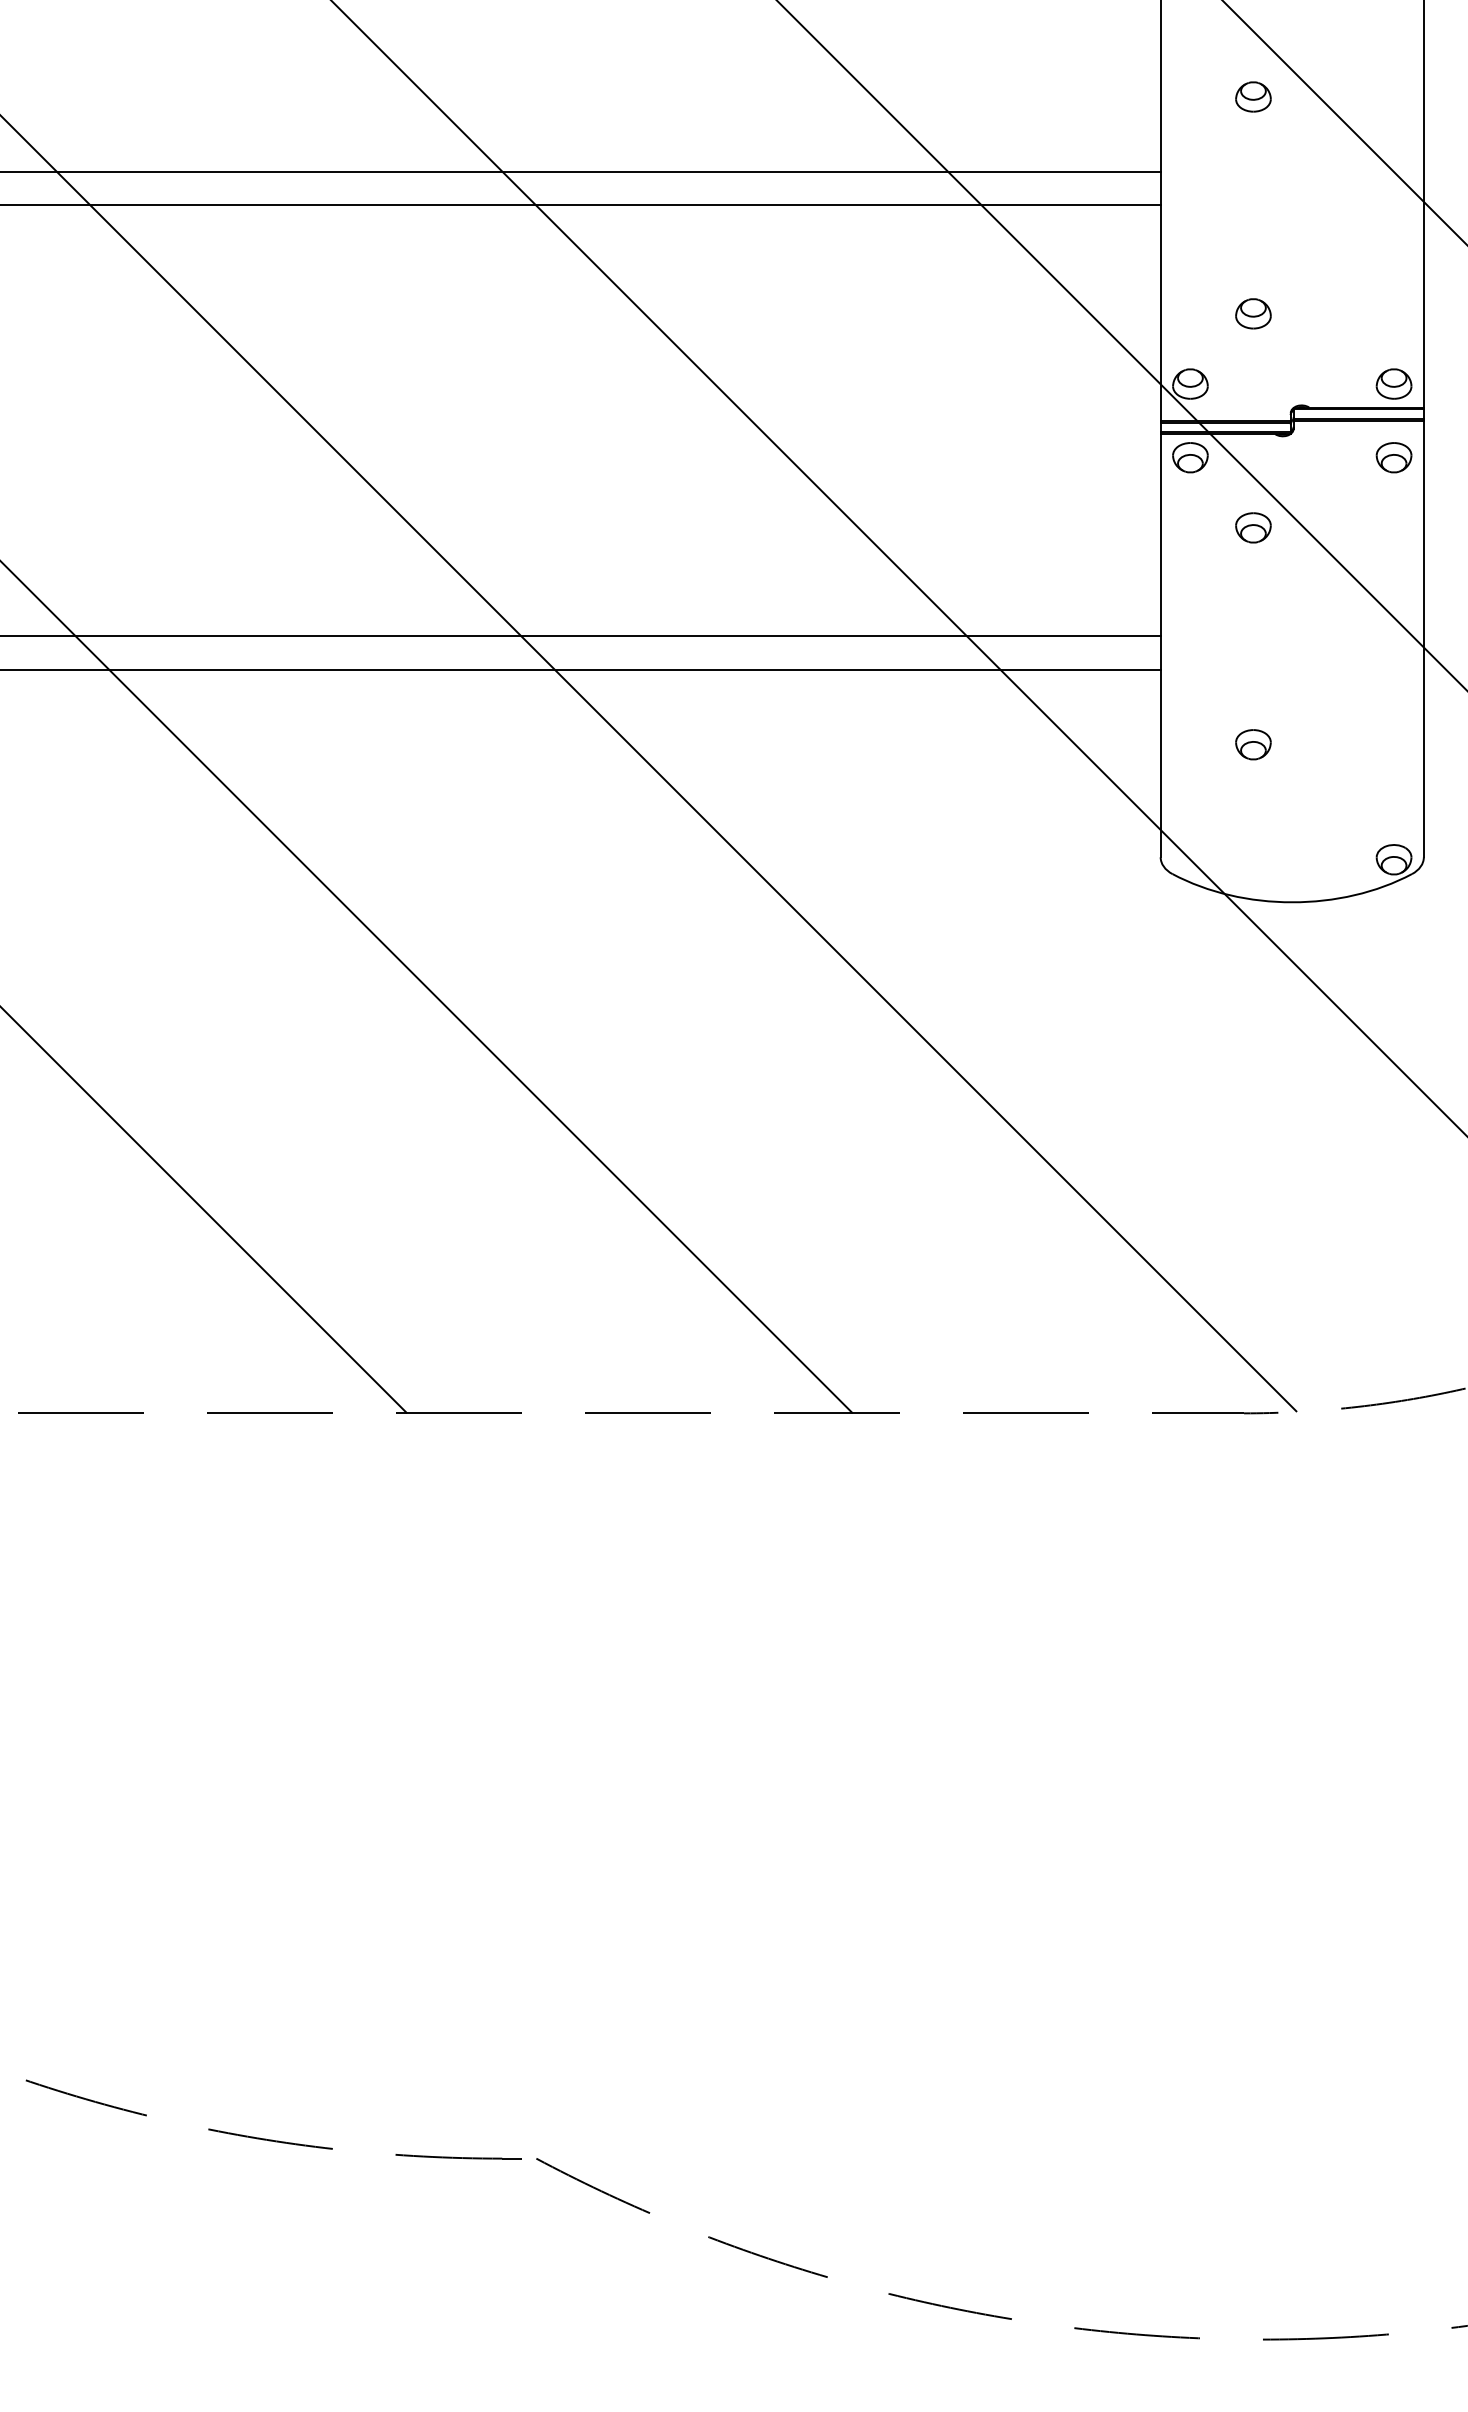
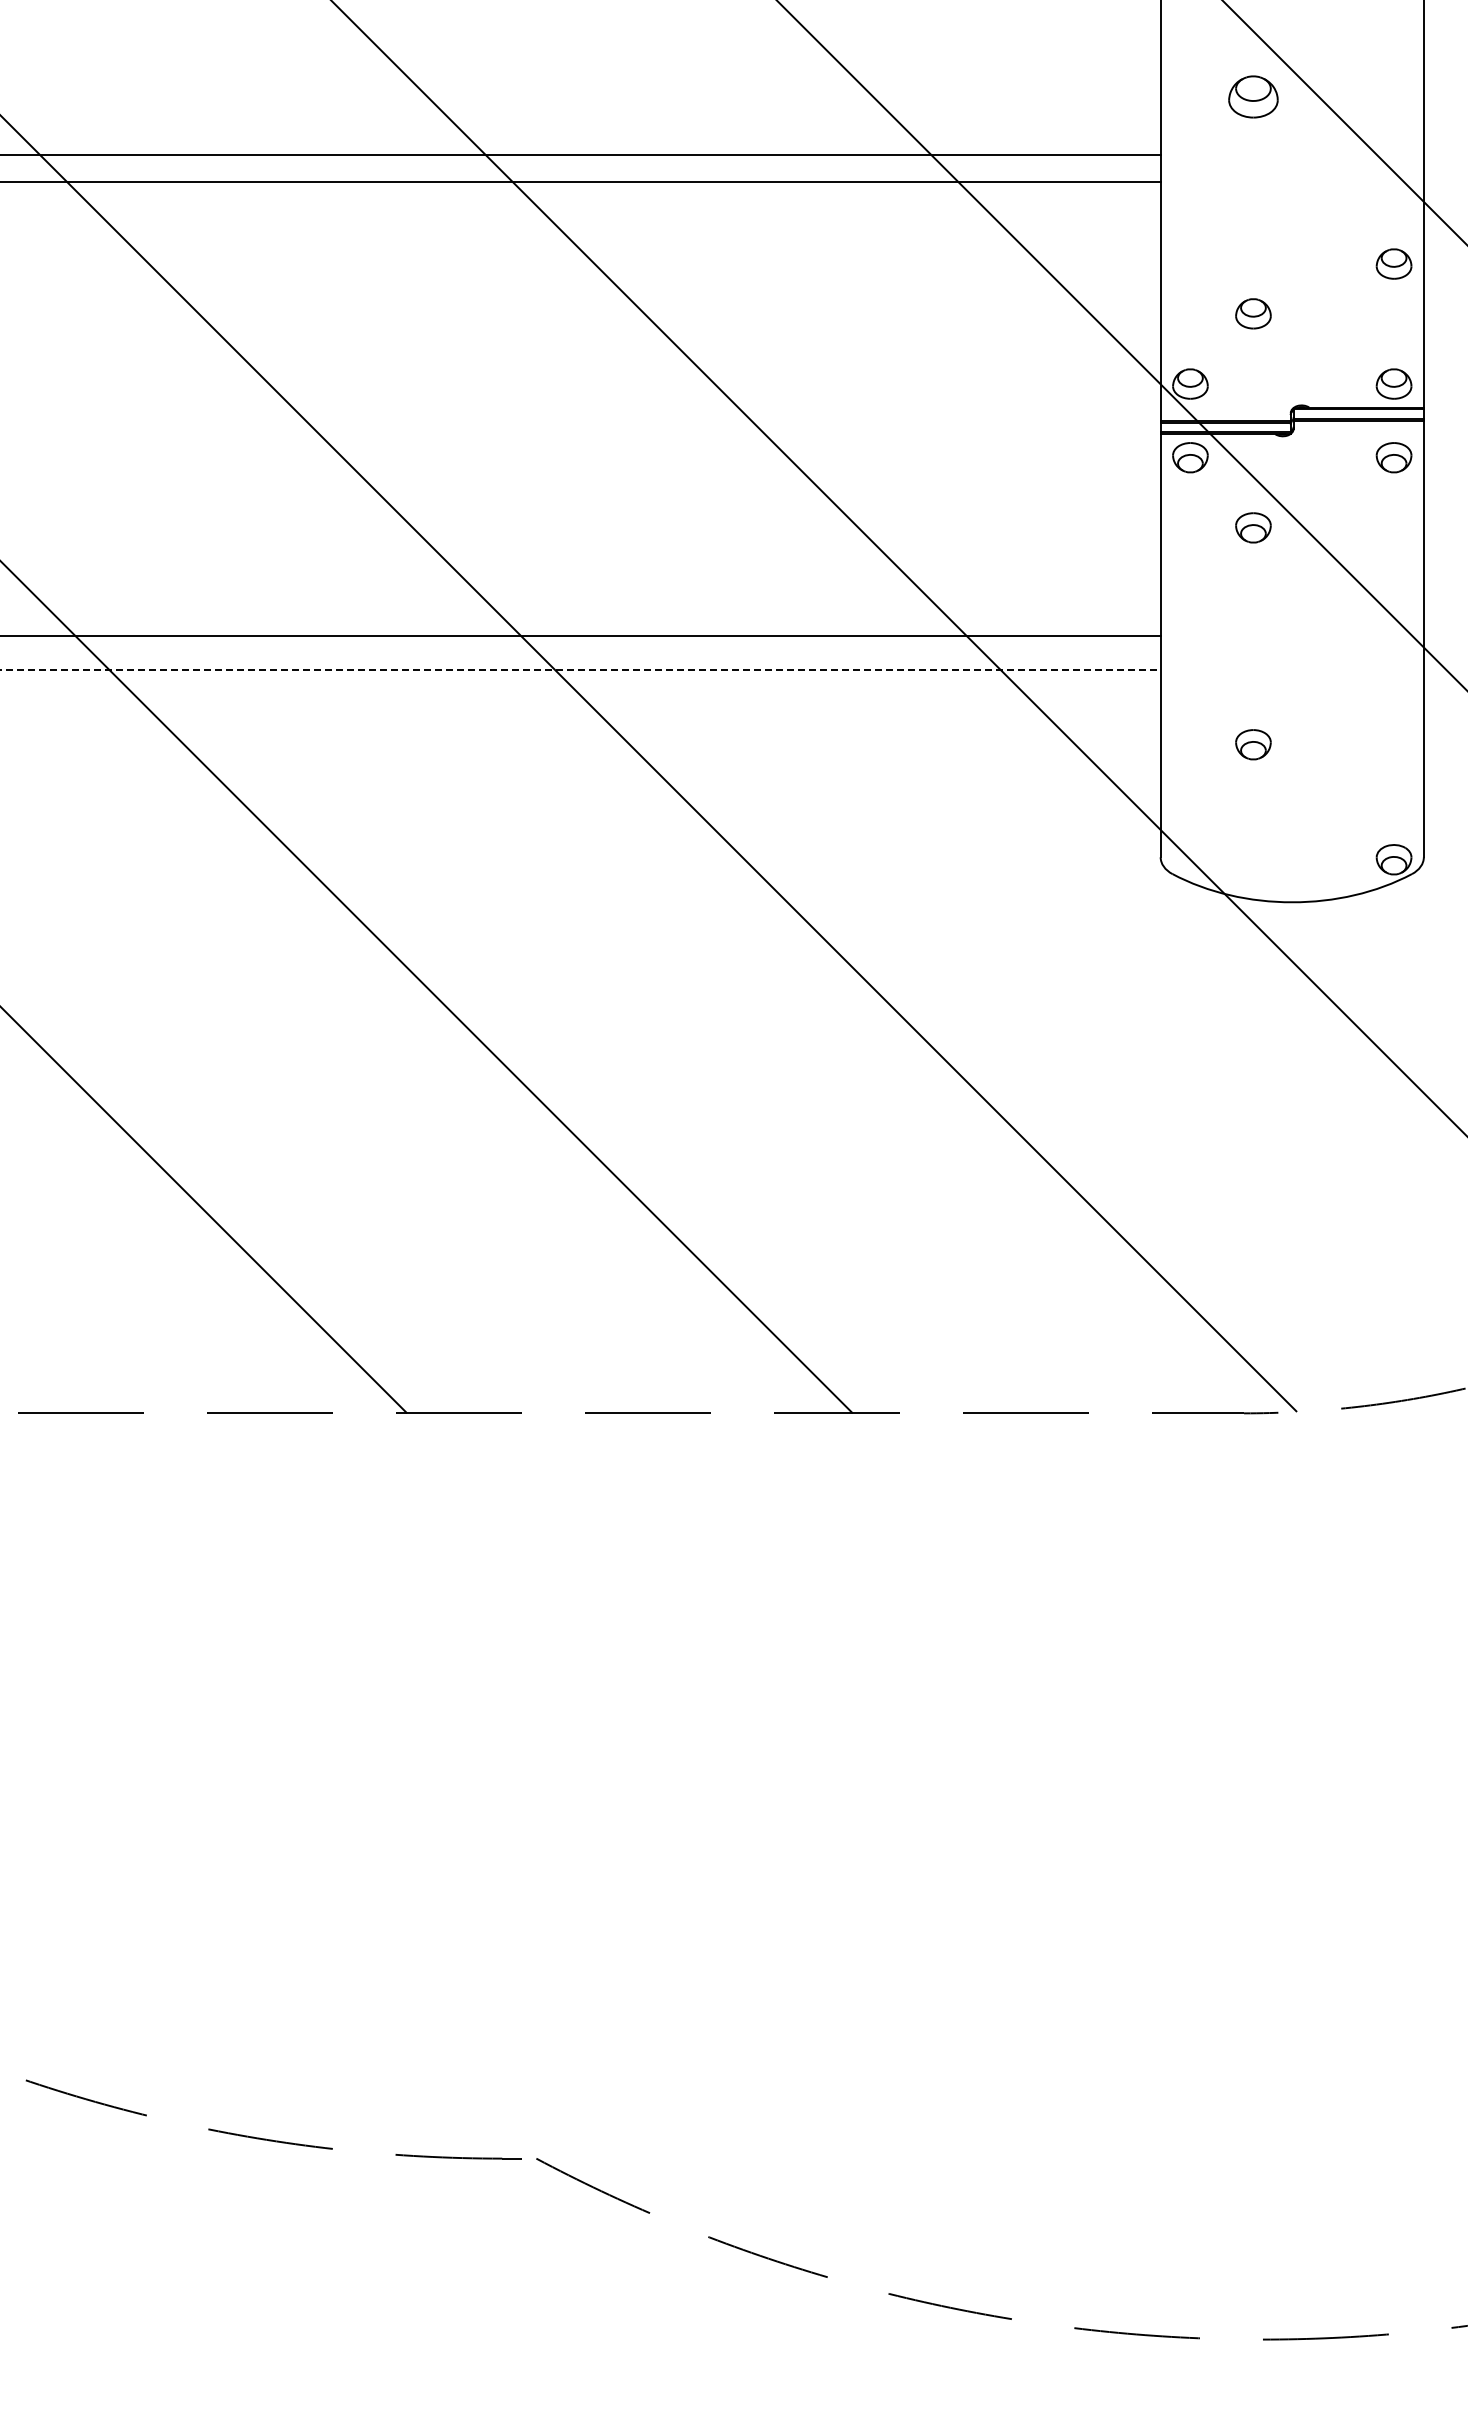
part at (1253, 96) size: 37x32 px -> 51x44 px
line at (581, 171) position: (581, 171) -> (581, 154)
line at (581, 205) position: (581, 205) -> (581, 182)
part at (1393, 263): none -> present
line at (580, 669): solid -> dashed
